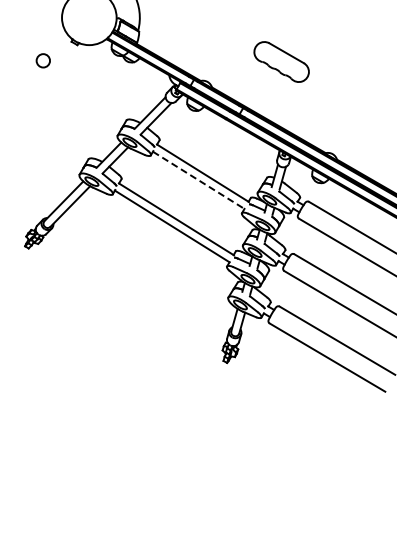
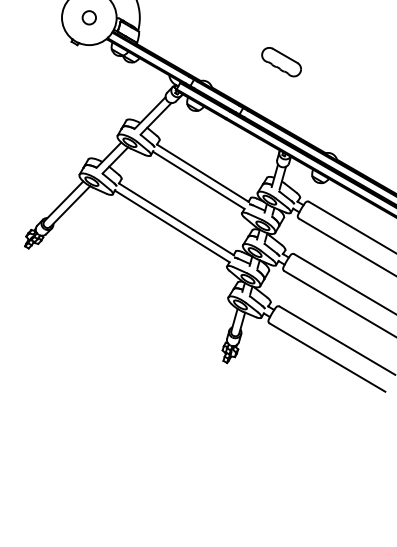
circle at (42, 60) position: (42, 60) -> (88, 17)
part at (281, 61) size: 57x42 px -> 41x31 px
line at (198, 180): dashed -> solid
